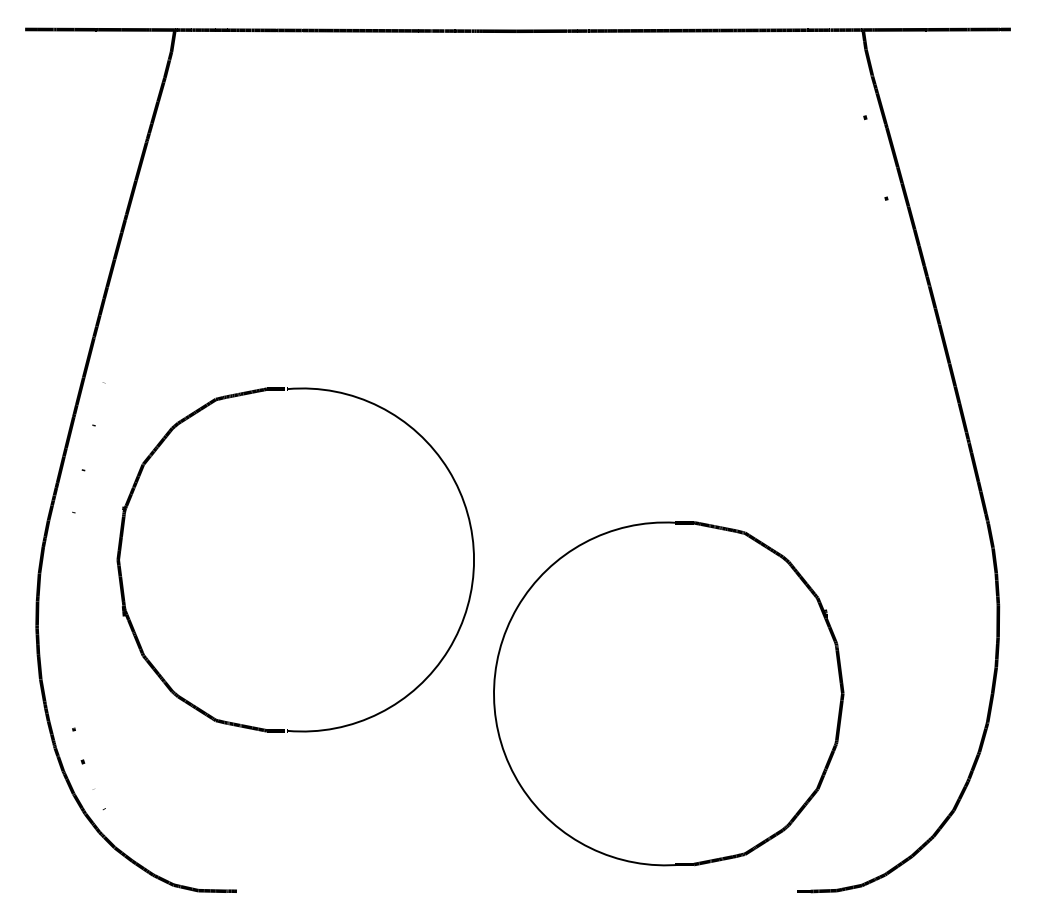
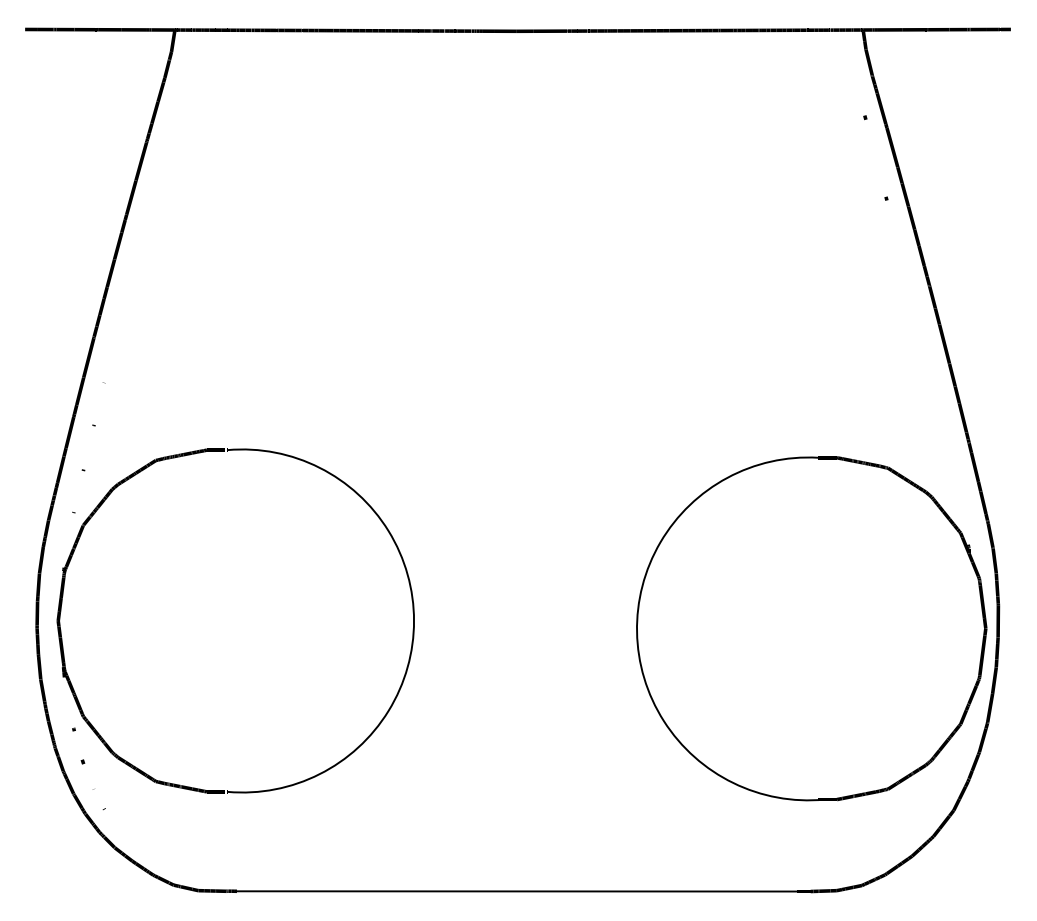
part at (287, 390) position: (287, 390) -> (227, 451)
part at (668, 693) position: (668, 693) -> (811, 628)
line at (517, 891): none -> present
